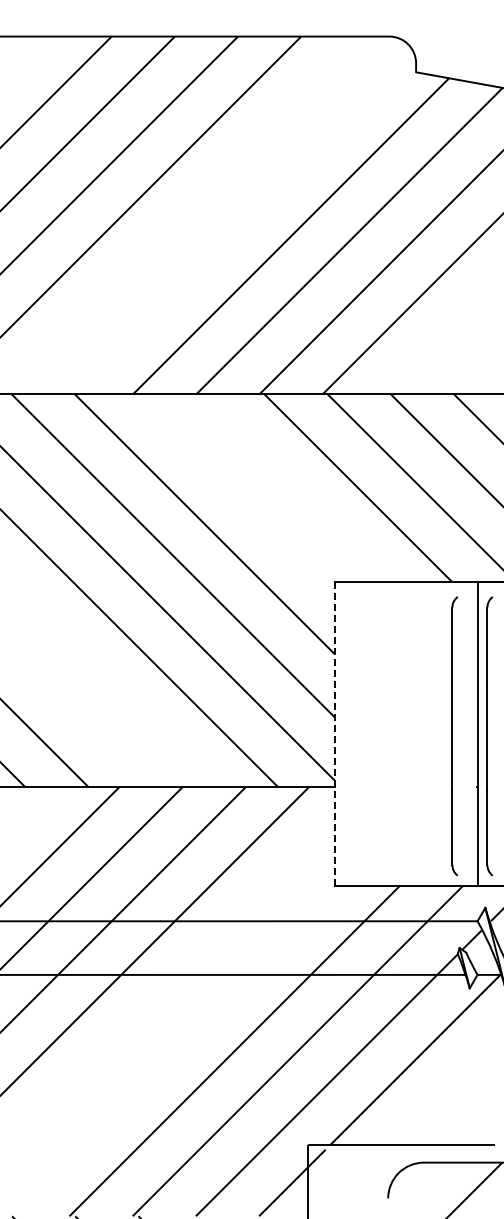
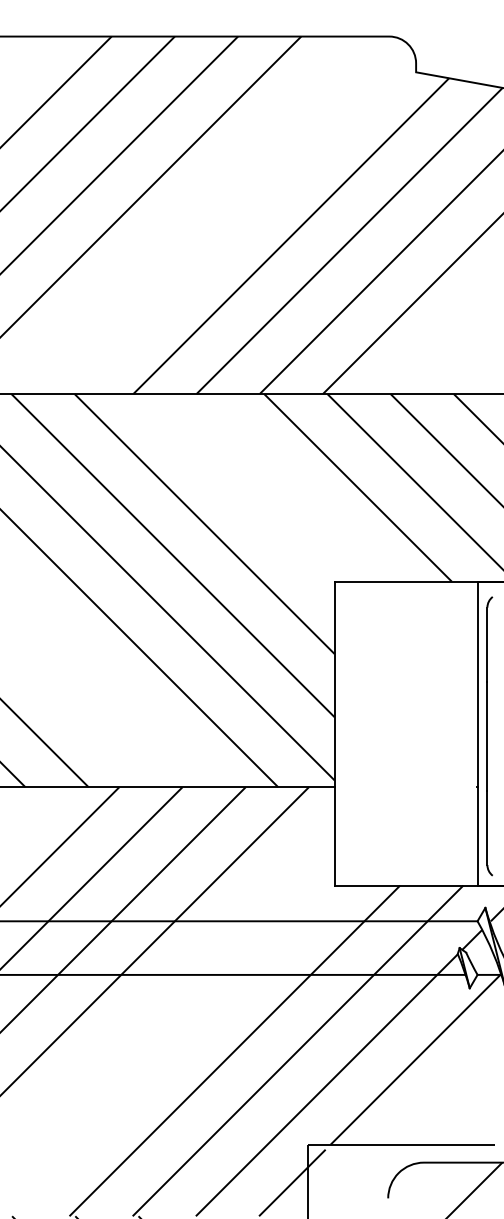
line at (334, 733): dashed -> solid
part at (454, 736): present -> none
